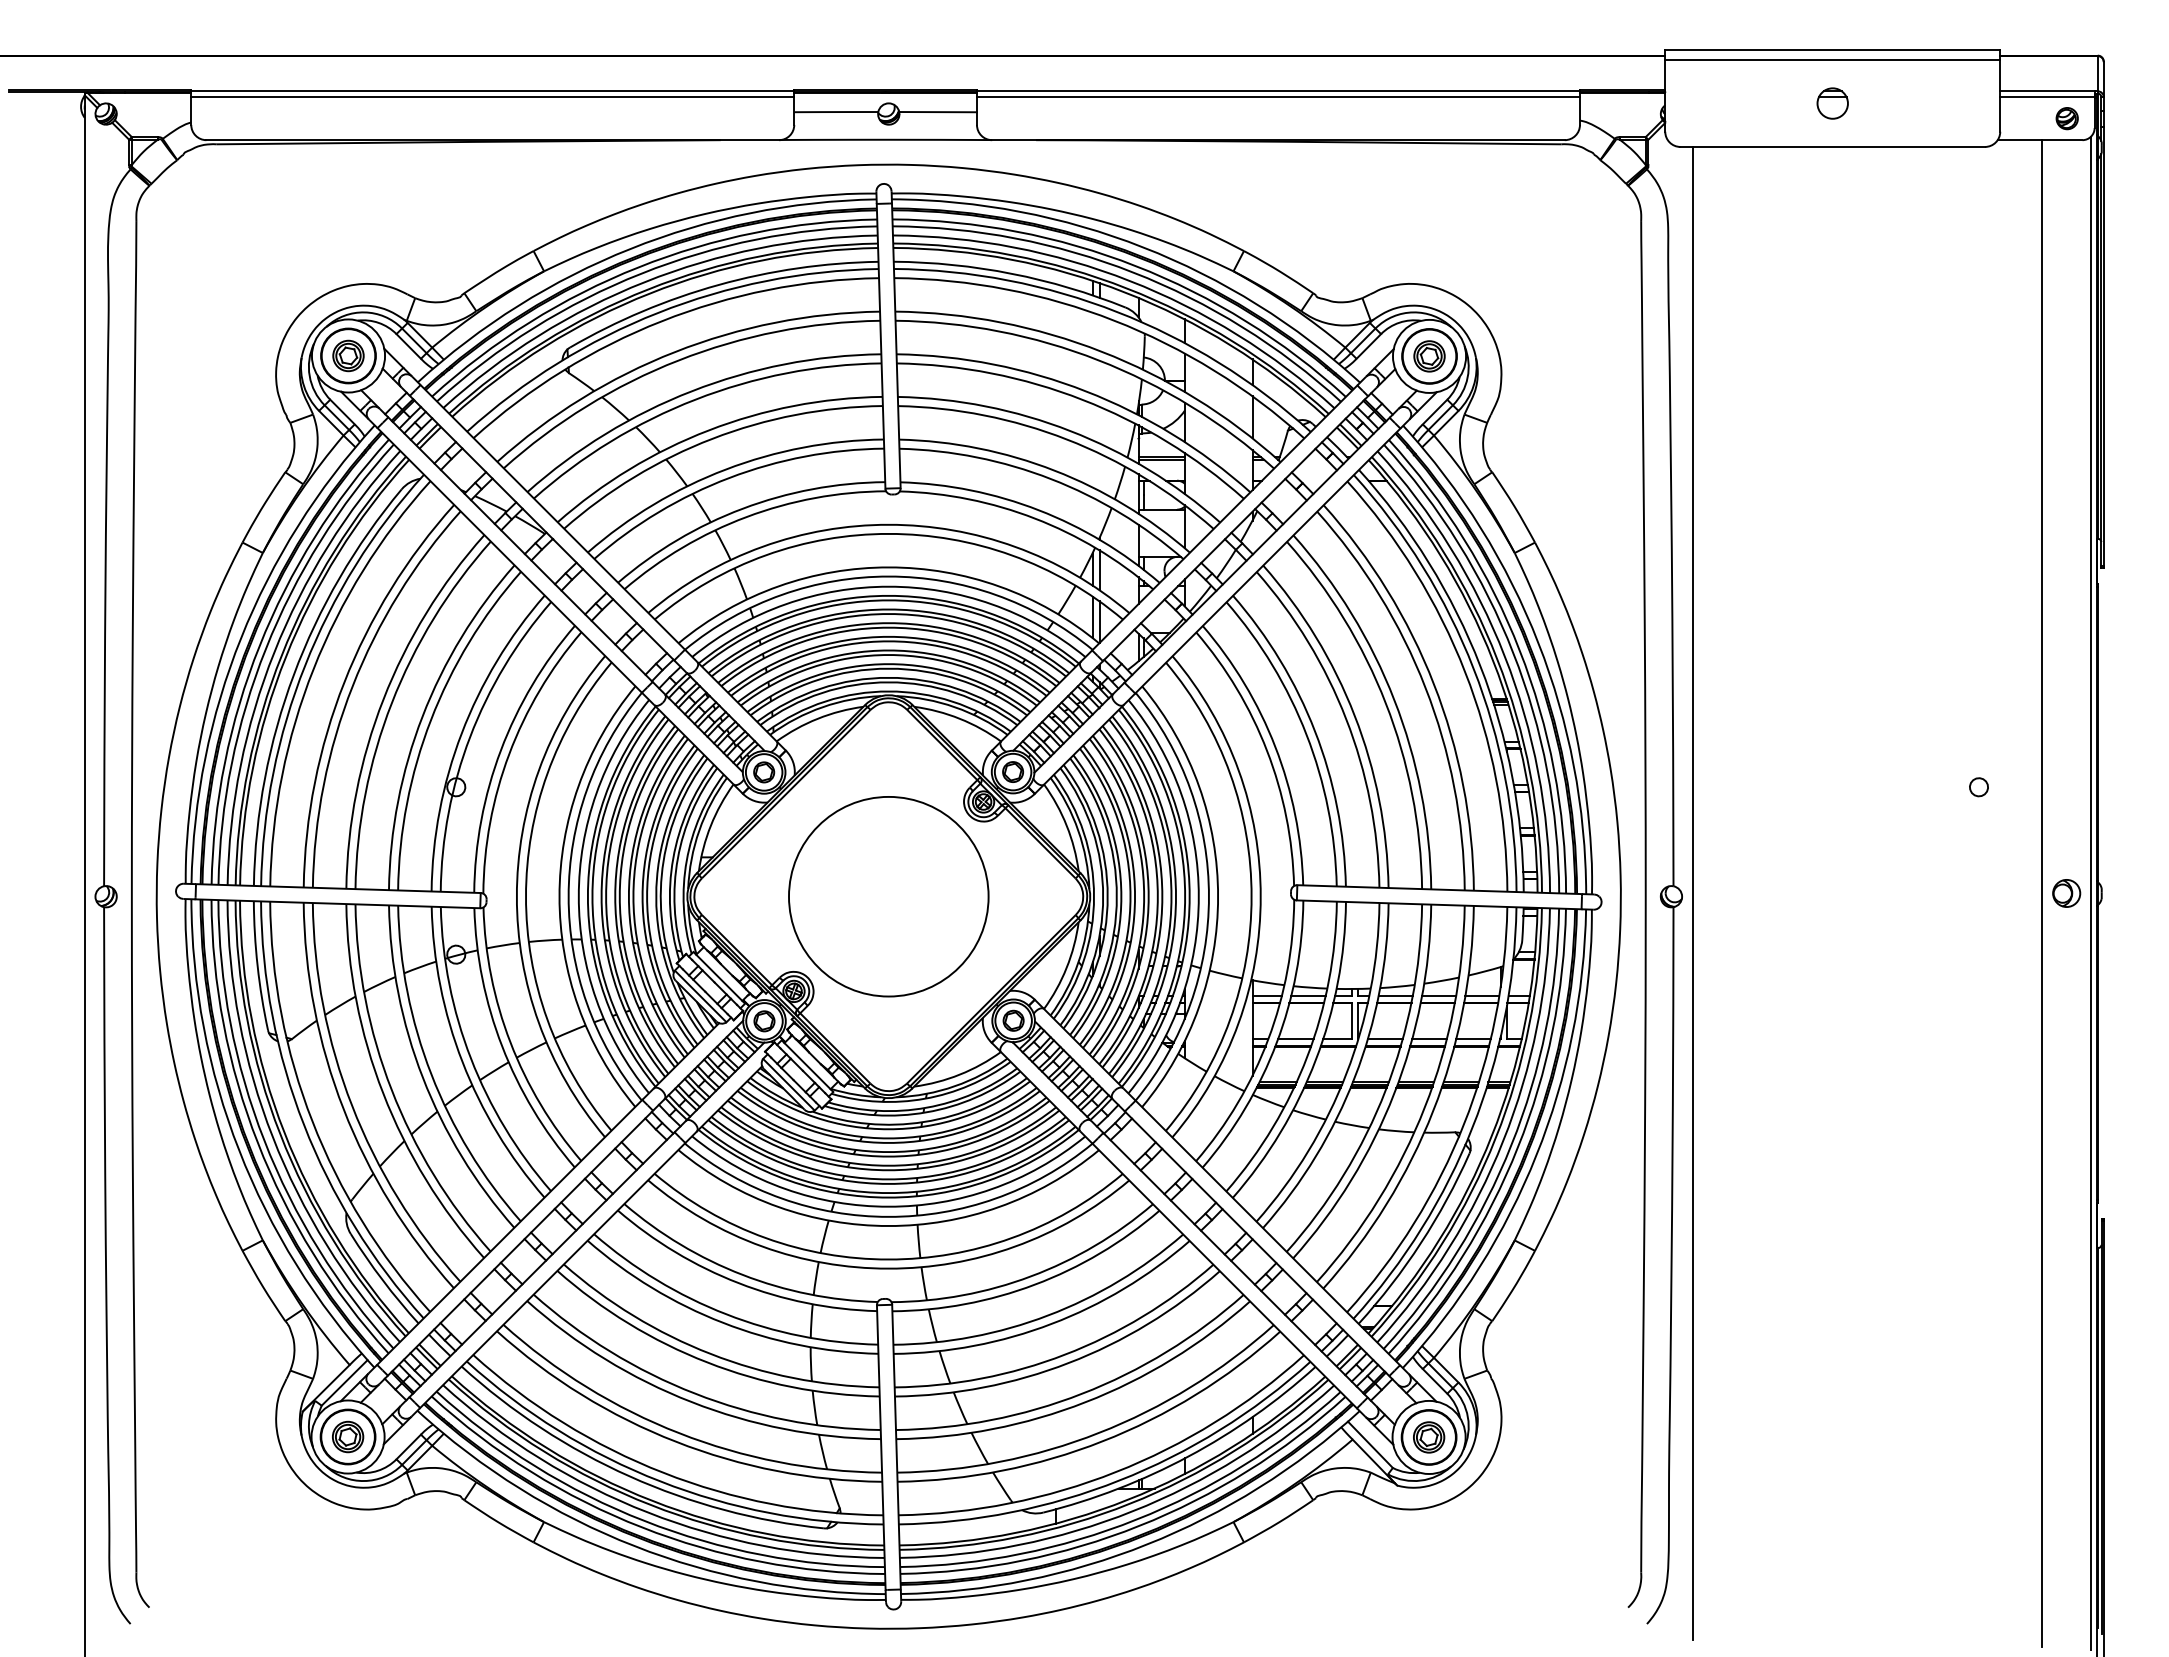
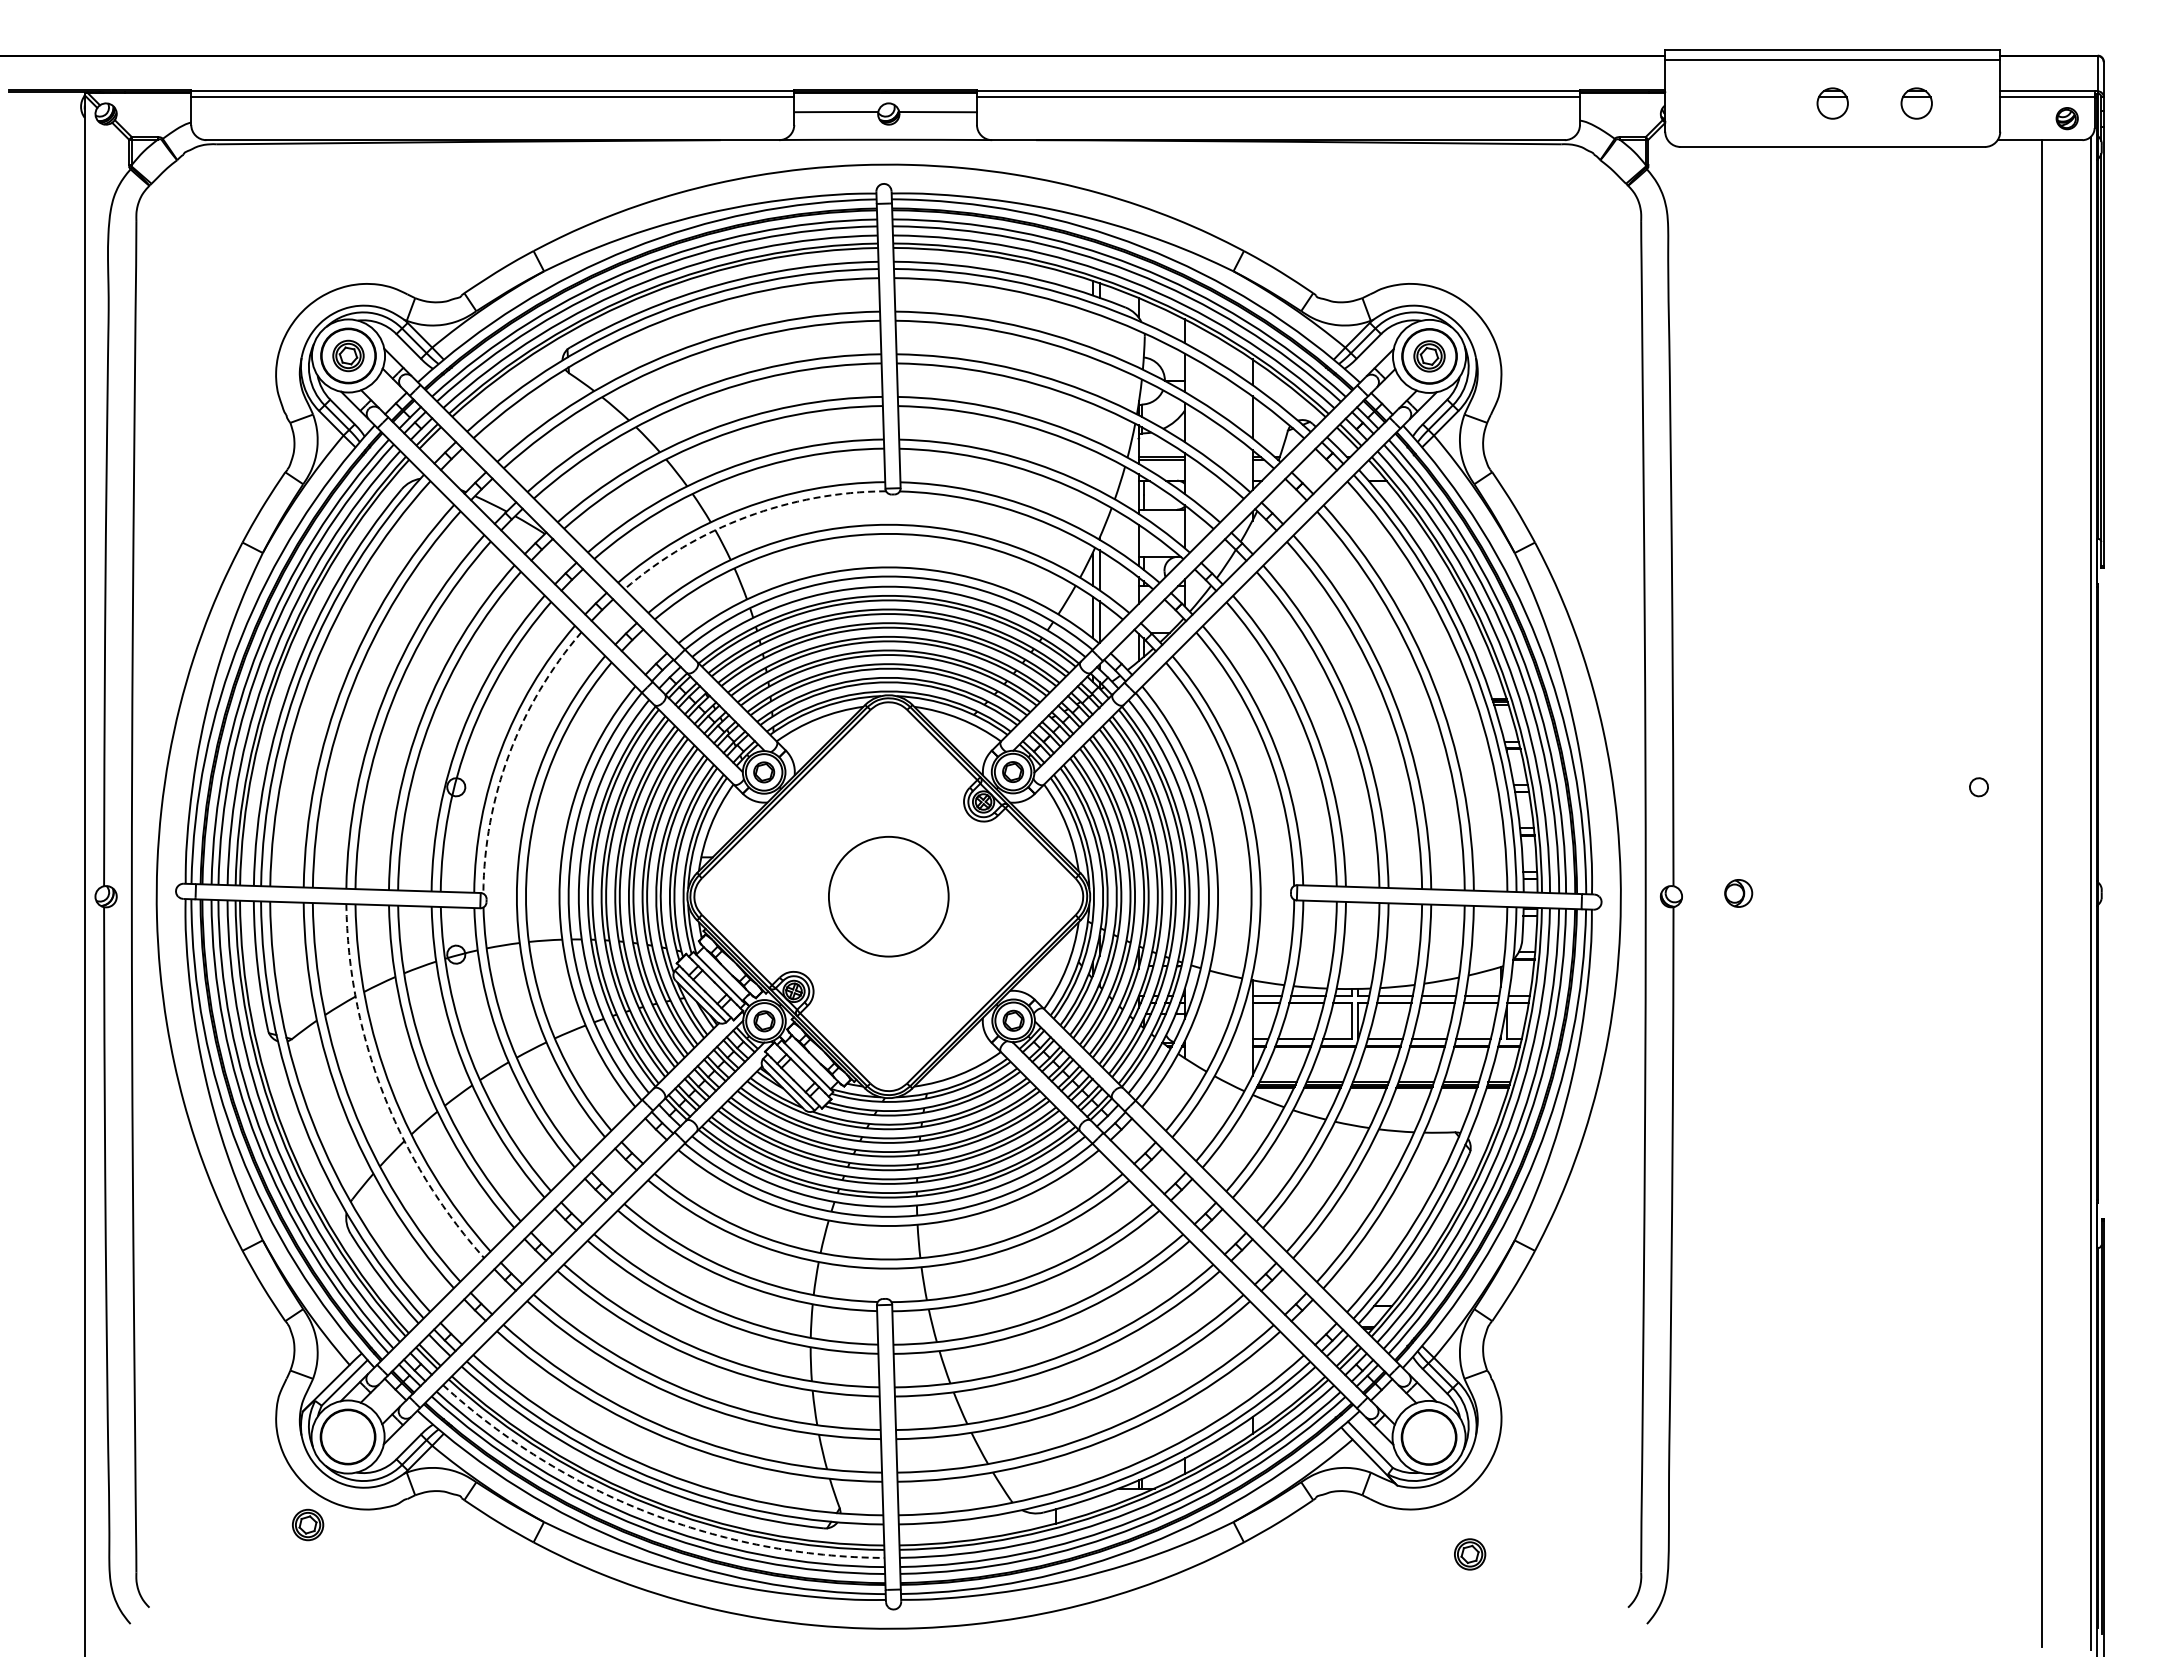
part at (1916, 103): none -> present
arc at (746, 517): solid -> dashed
arc at (509, 754): solid -> dashed
line at (1692, 892): present -> none
part at (2066, 893) position: (2066, 893) -> (1738, 893)
circle at (888, 896) diameter: 200 px -> 120 px
arc at (383, 1093): solid -> dashed
part at (348, 1436) position: (348, 1436) -> (308, 1524)
part at (1429, 1437) position: (1429, 1437) -> (1470, 1554)
arc at (647, 1512): solid -> dashed
